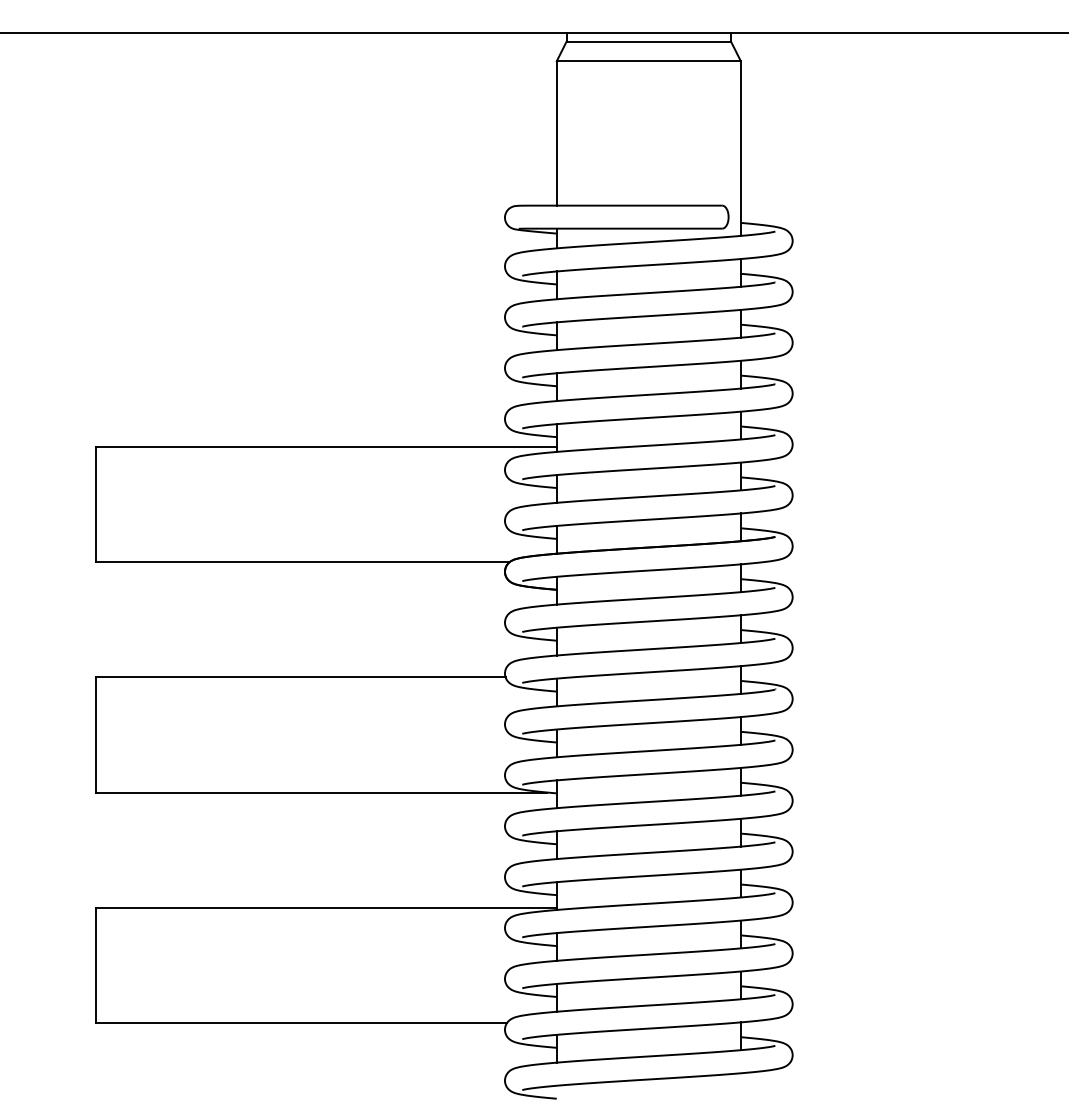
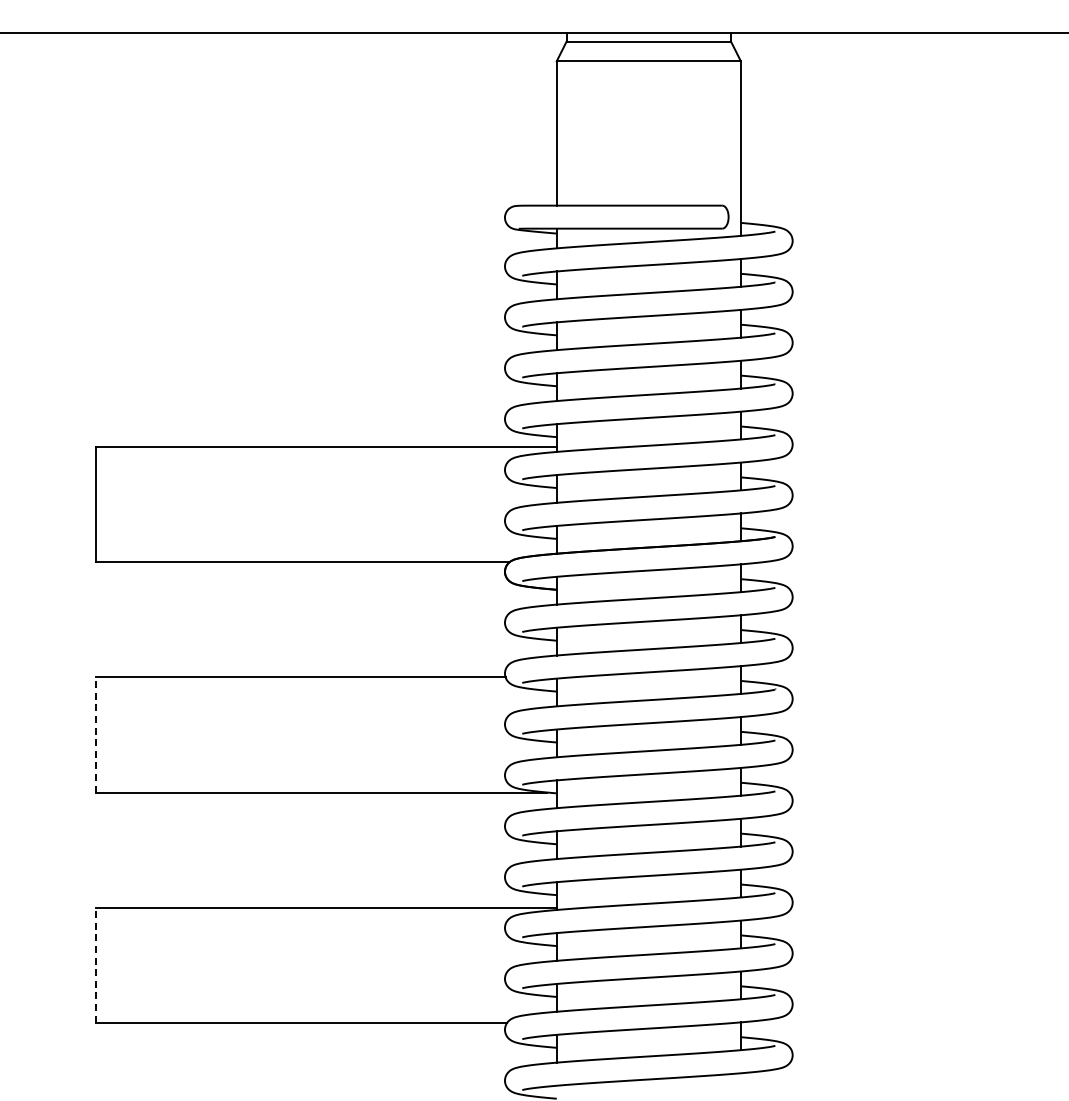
line at (96, 735): solid -> dashed
line at (96, 965): solid -> dashed
